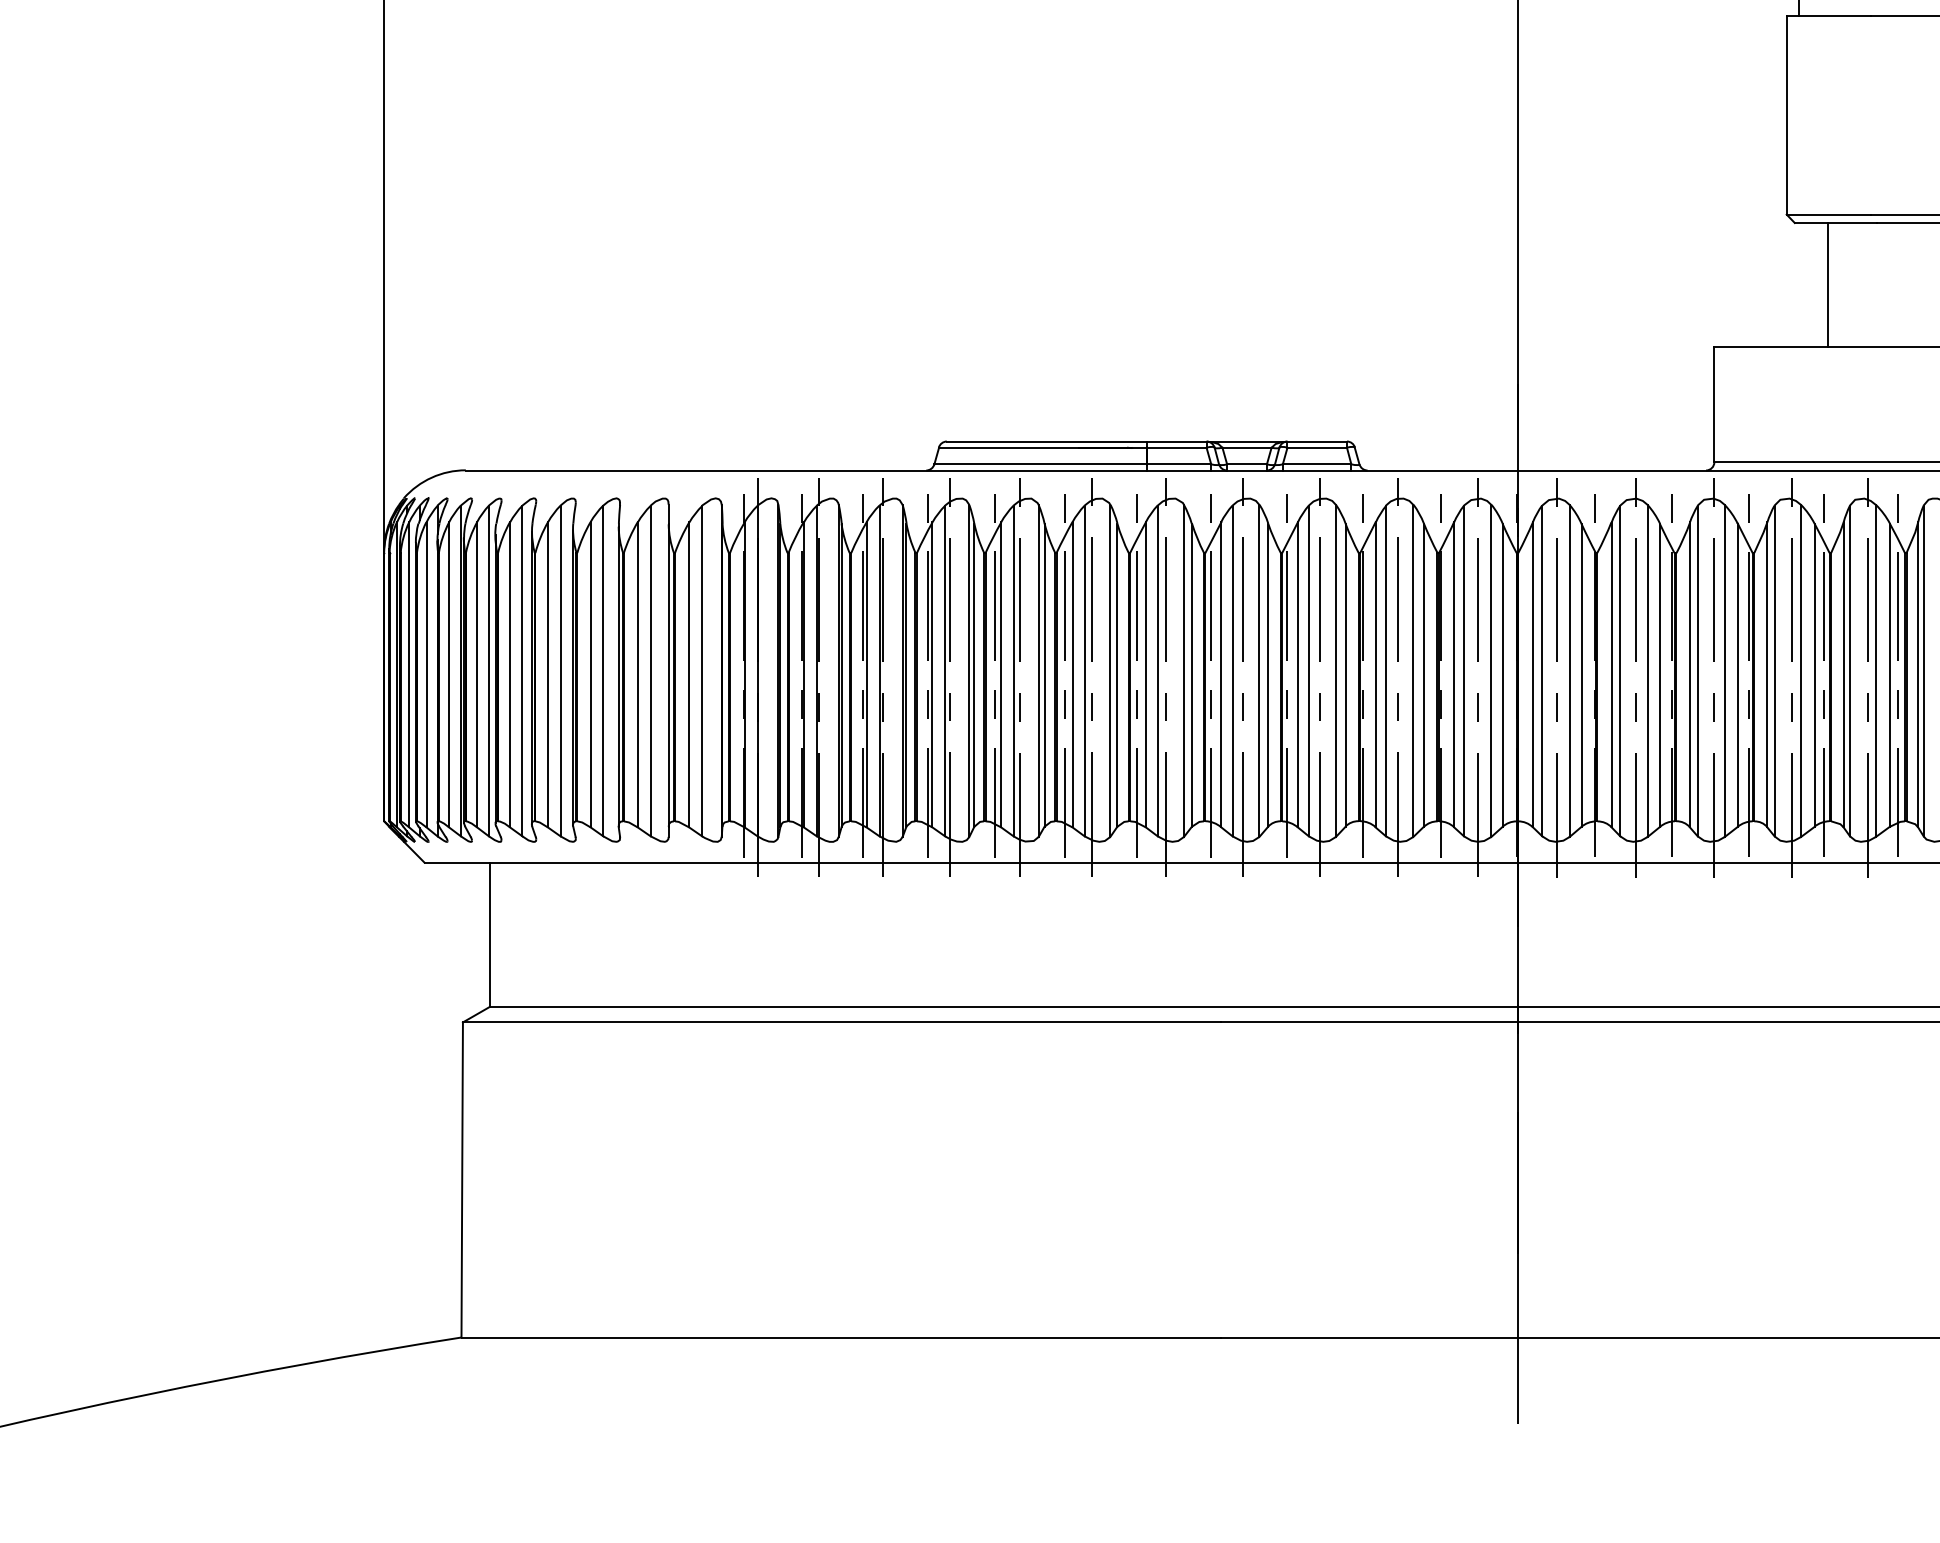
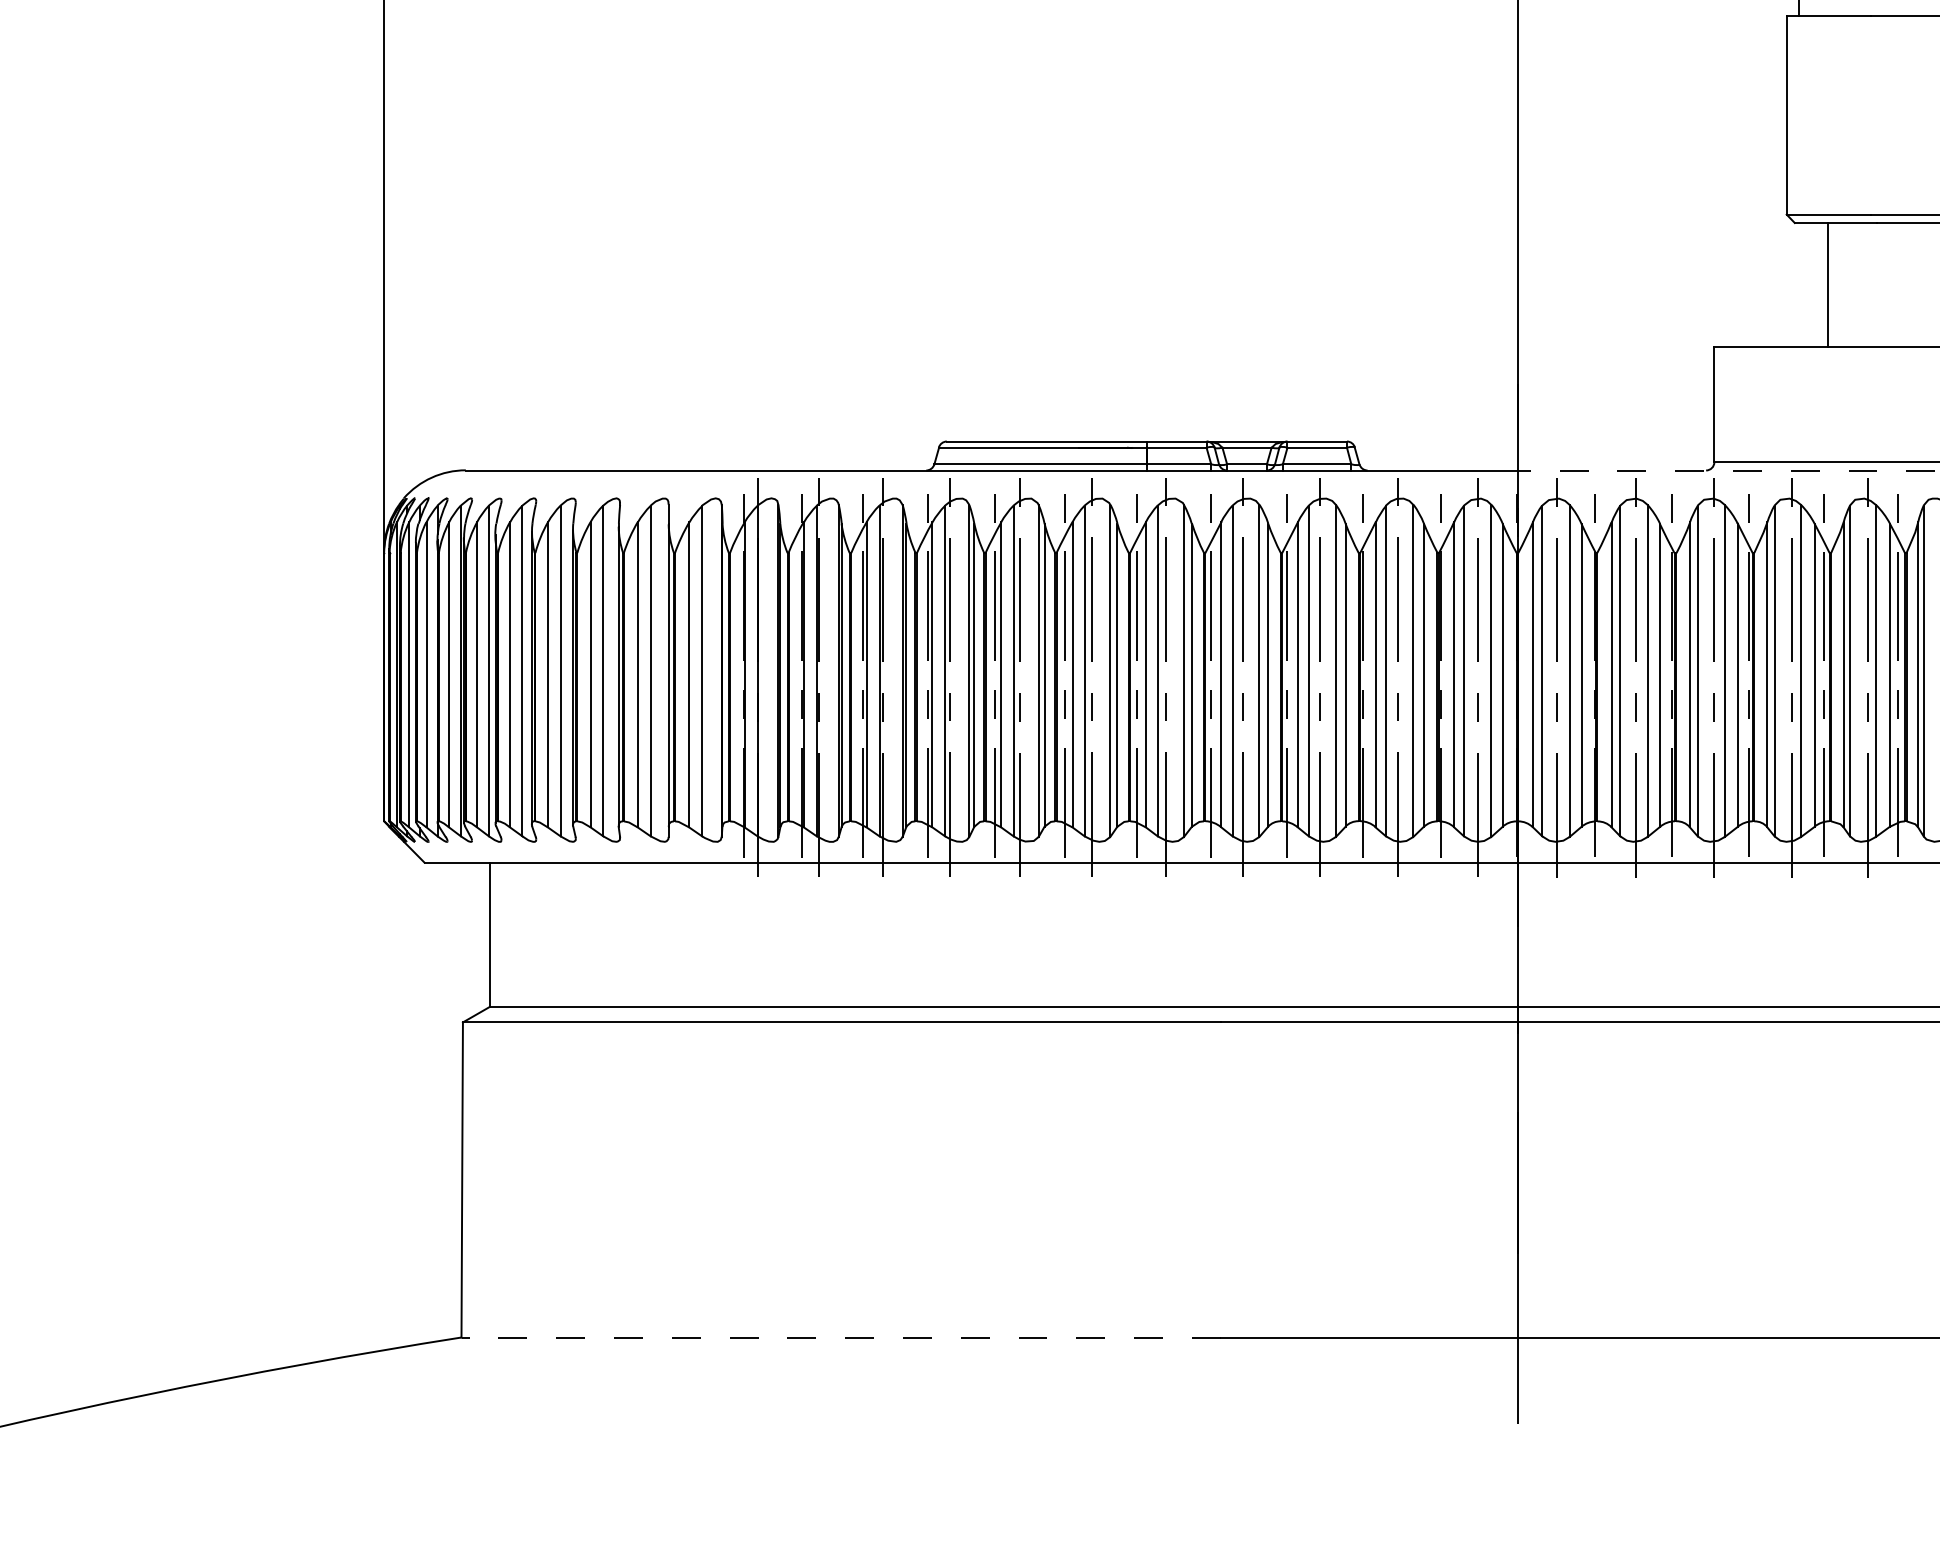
line at (1728, 470): solid -> dashed
line at (841, 1337): solid -> dashed
